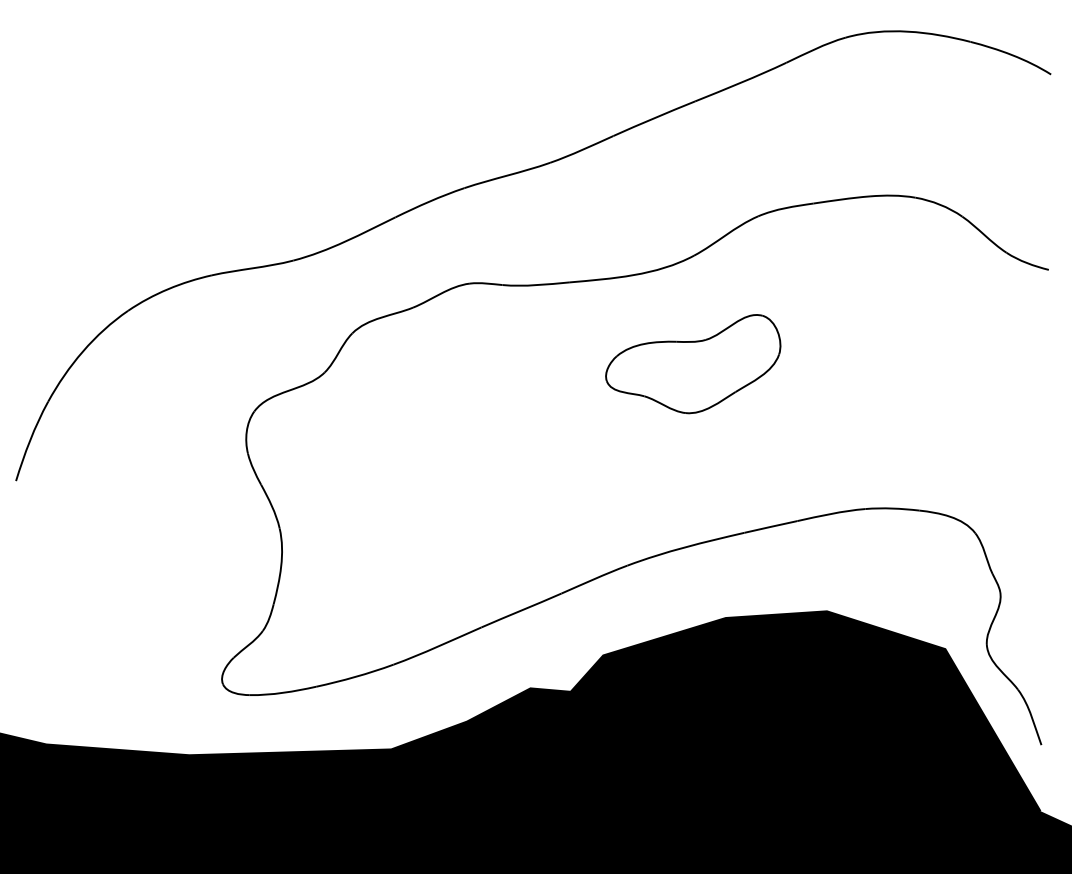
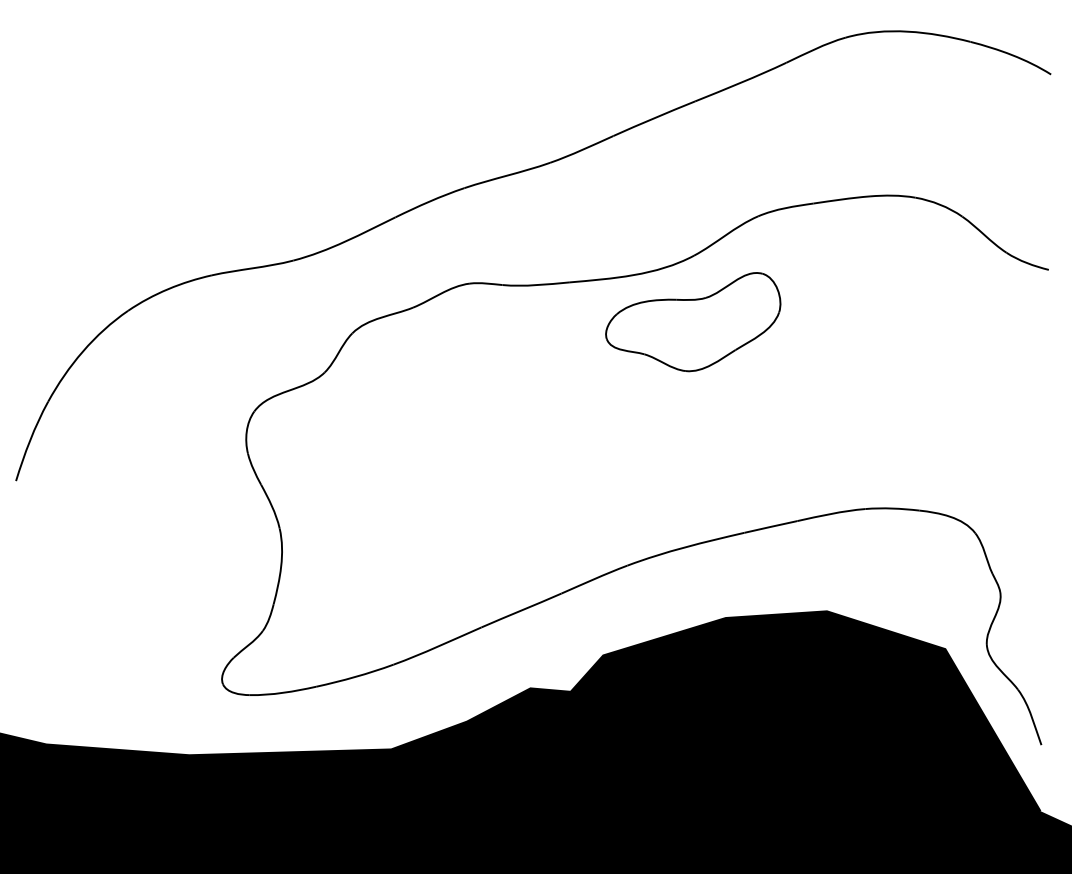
part at (693, 364) position: (693, 364) -> (693, 322)
